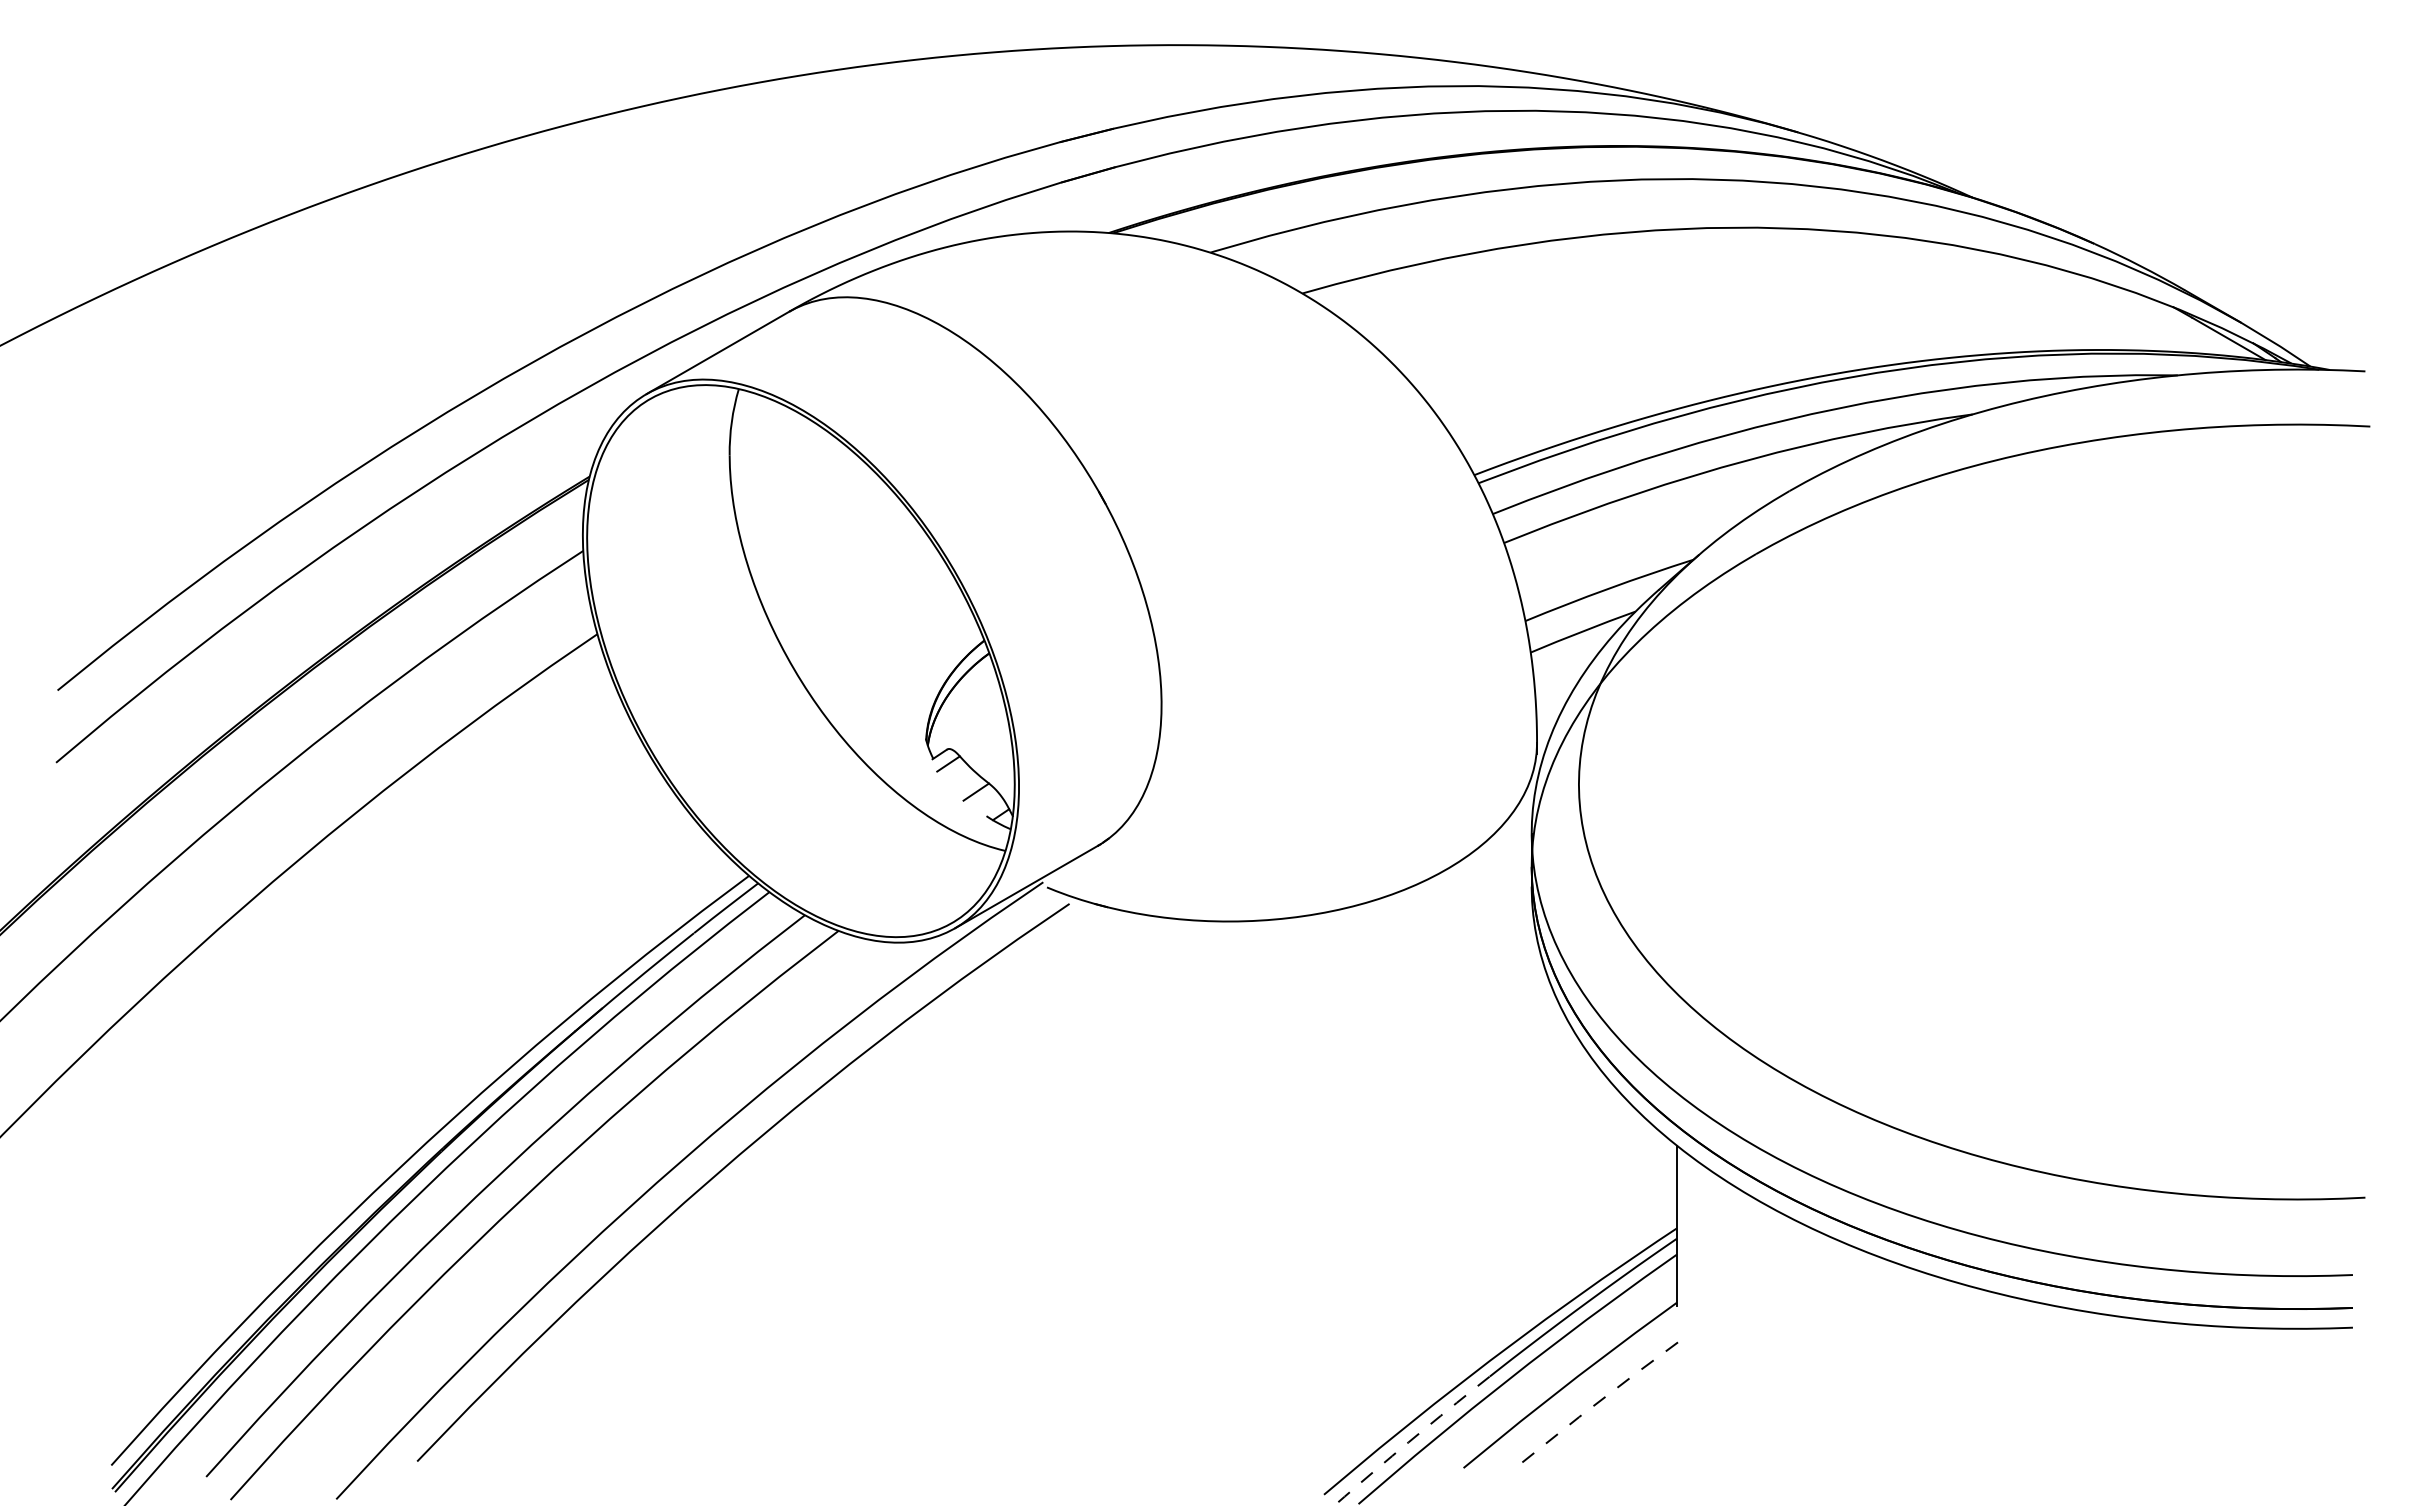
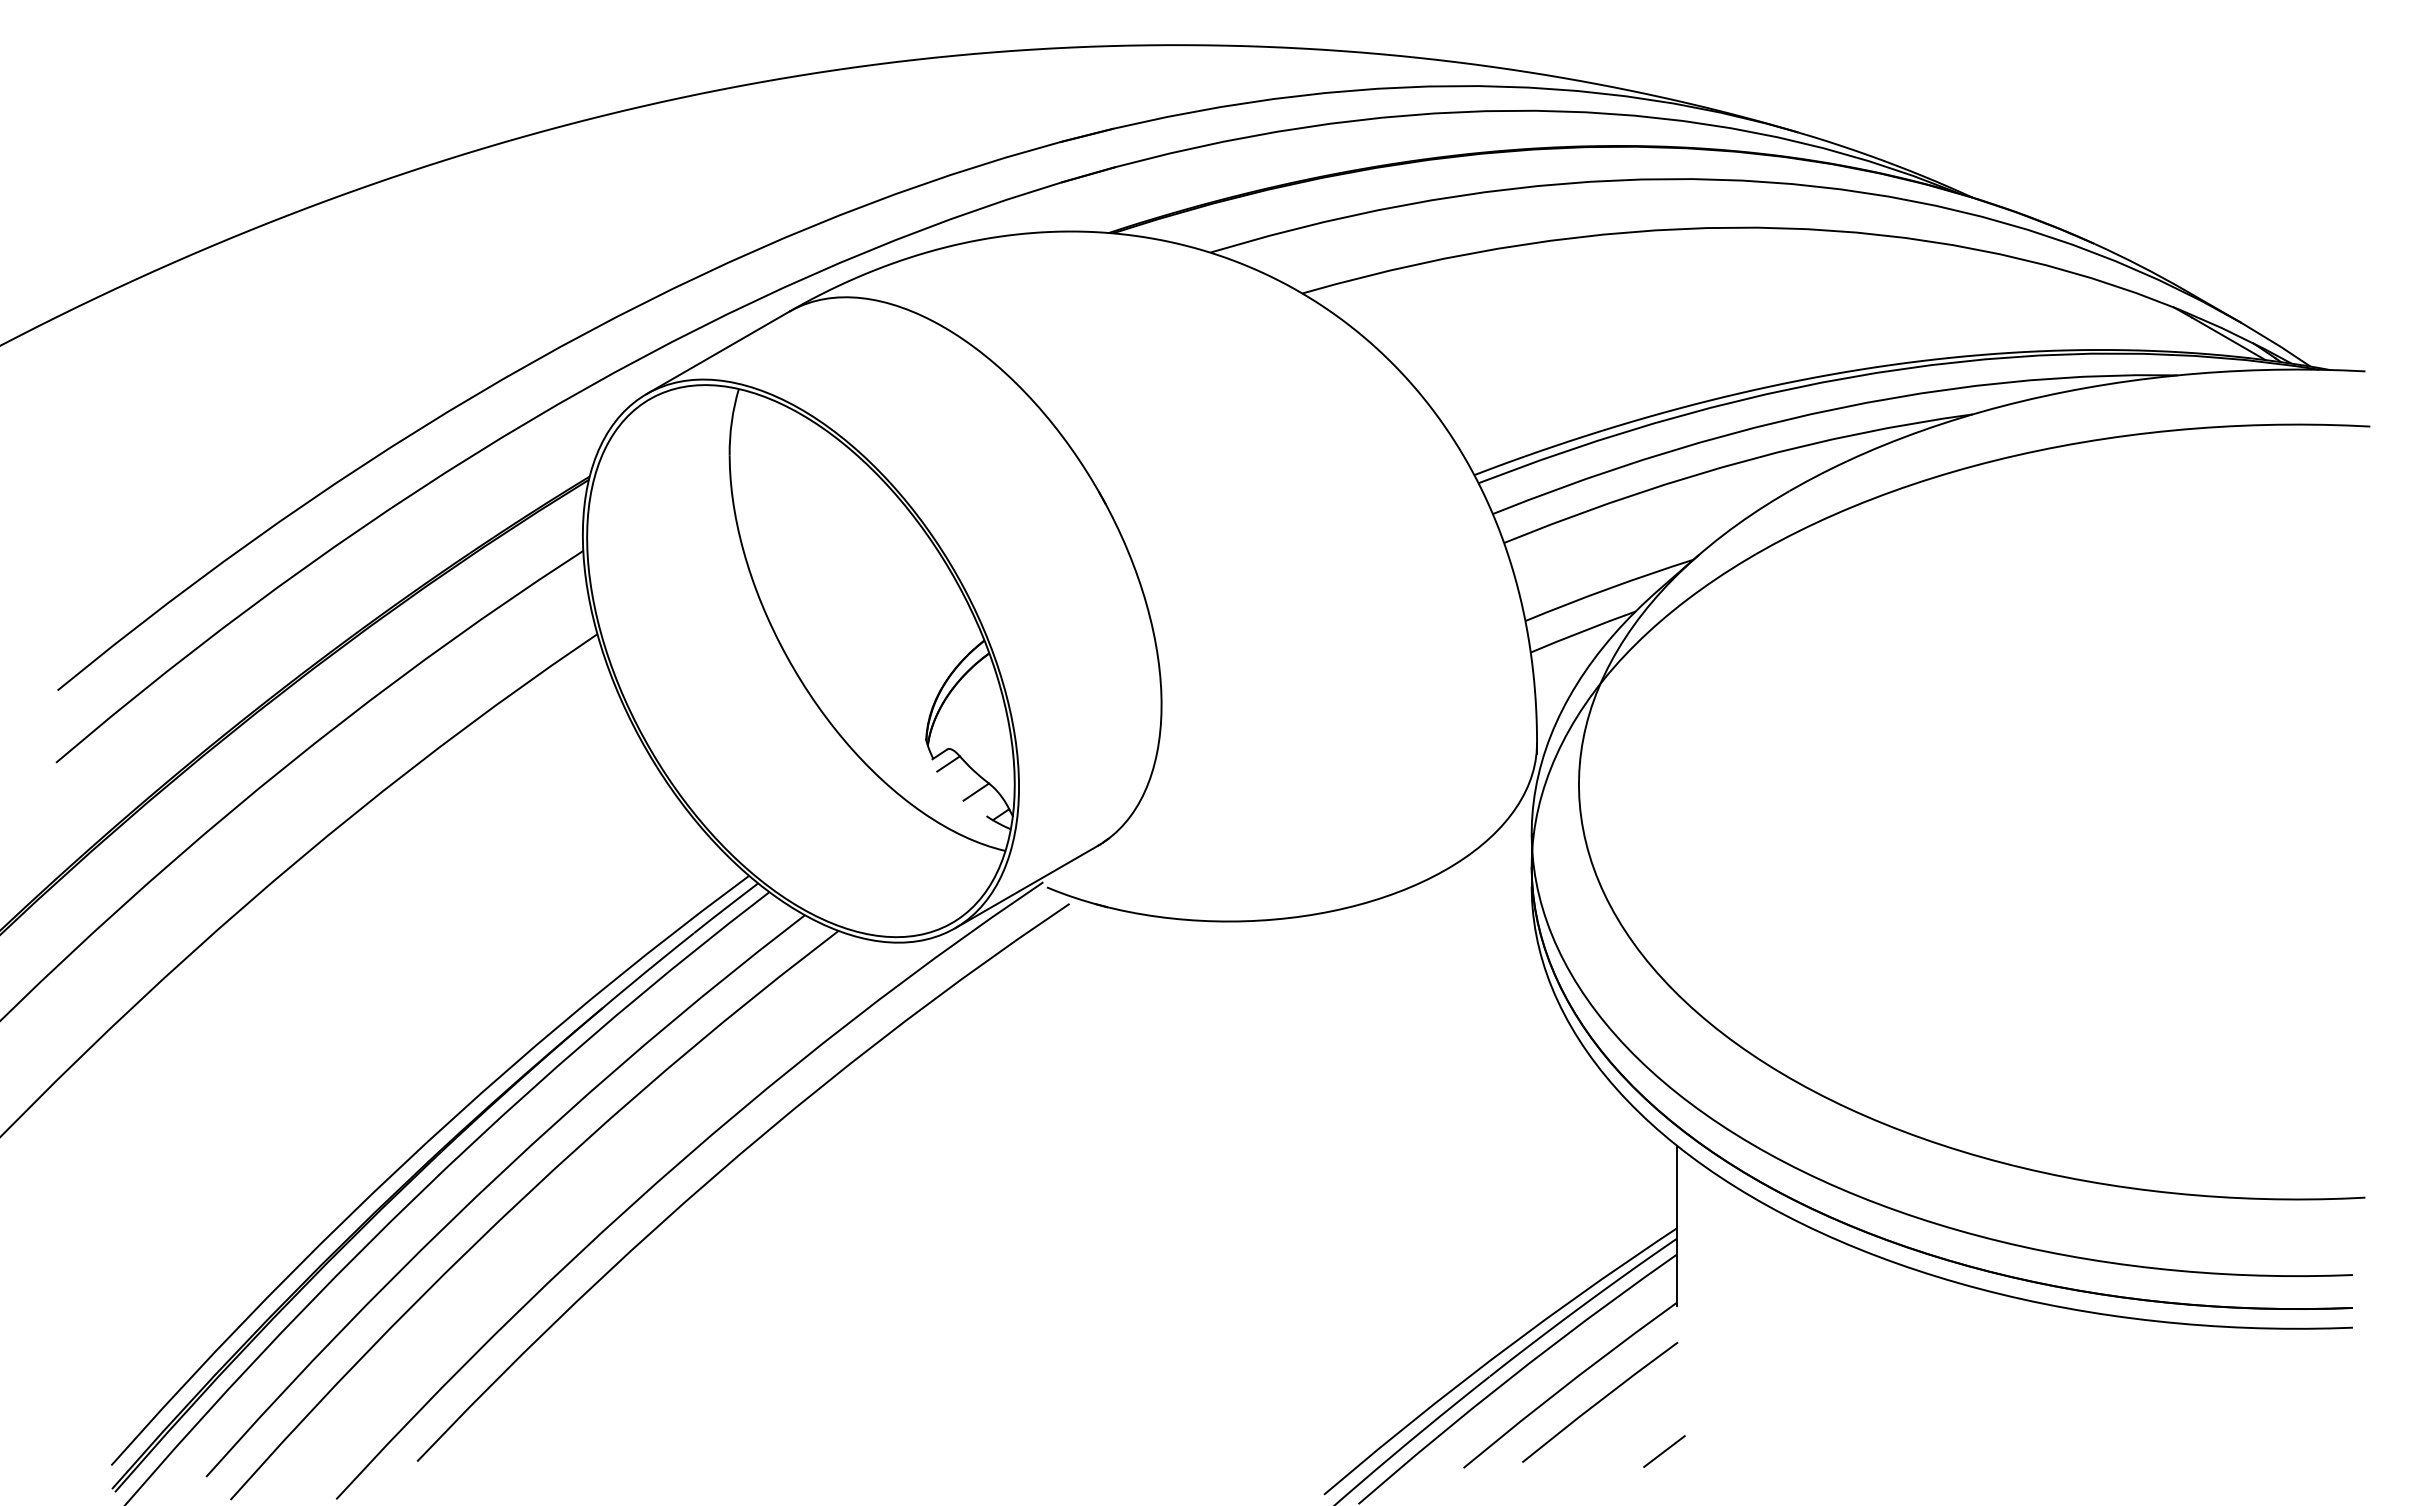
line at (1599, 1401): dashed -> solid
arc at (1411, 1440): dashed -> solid
line at (1664, 1451): none -> present
